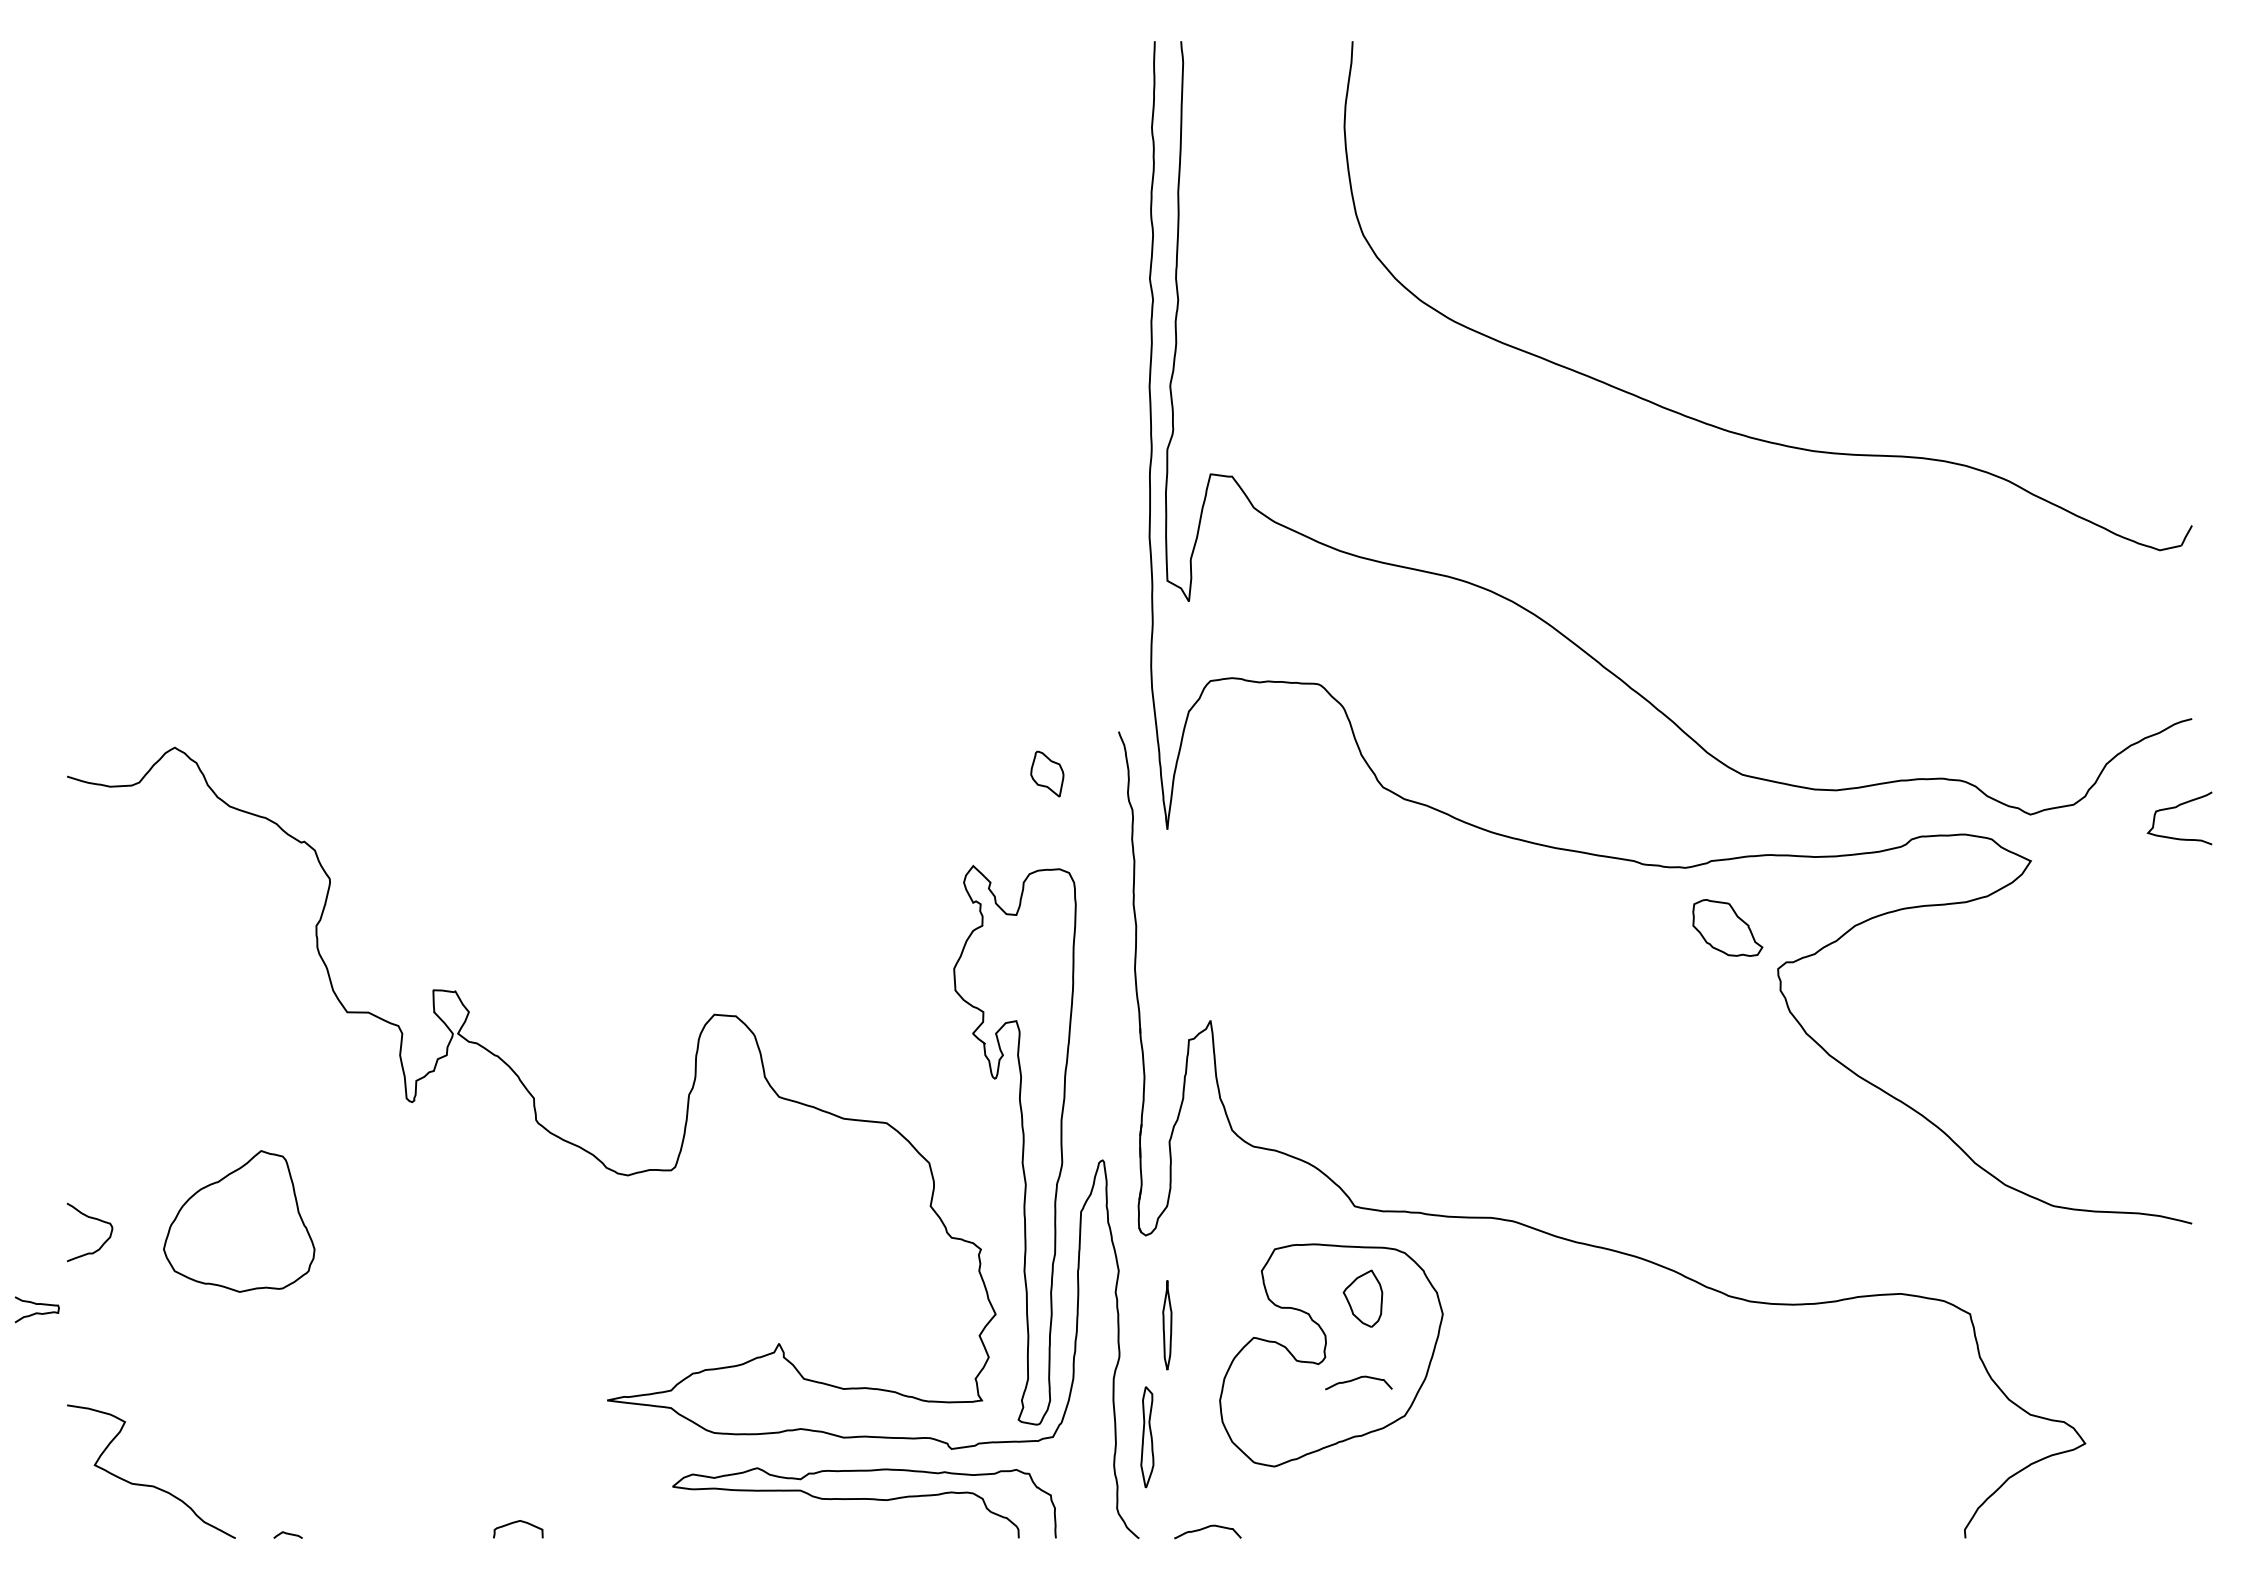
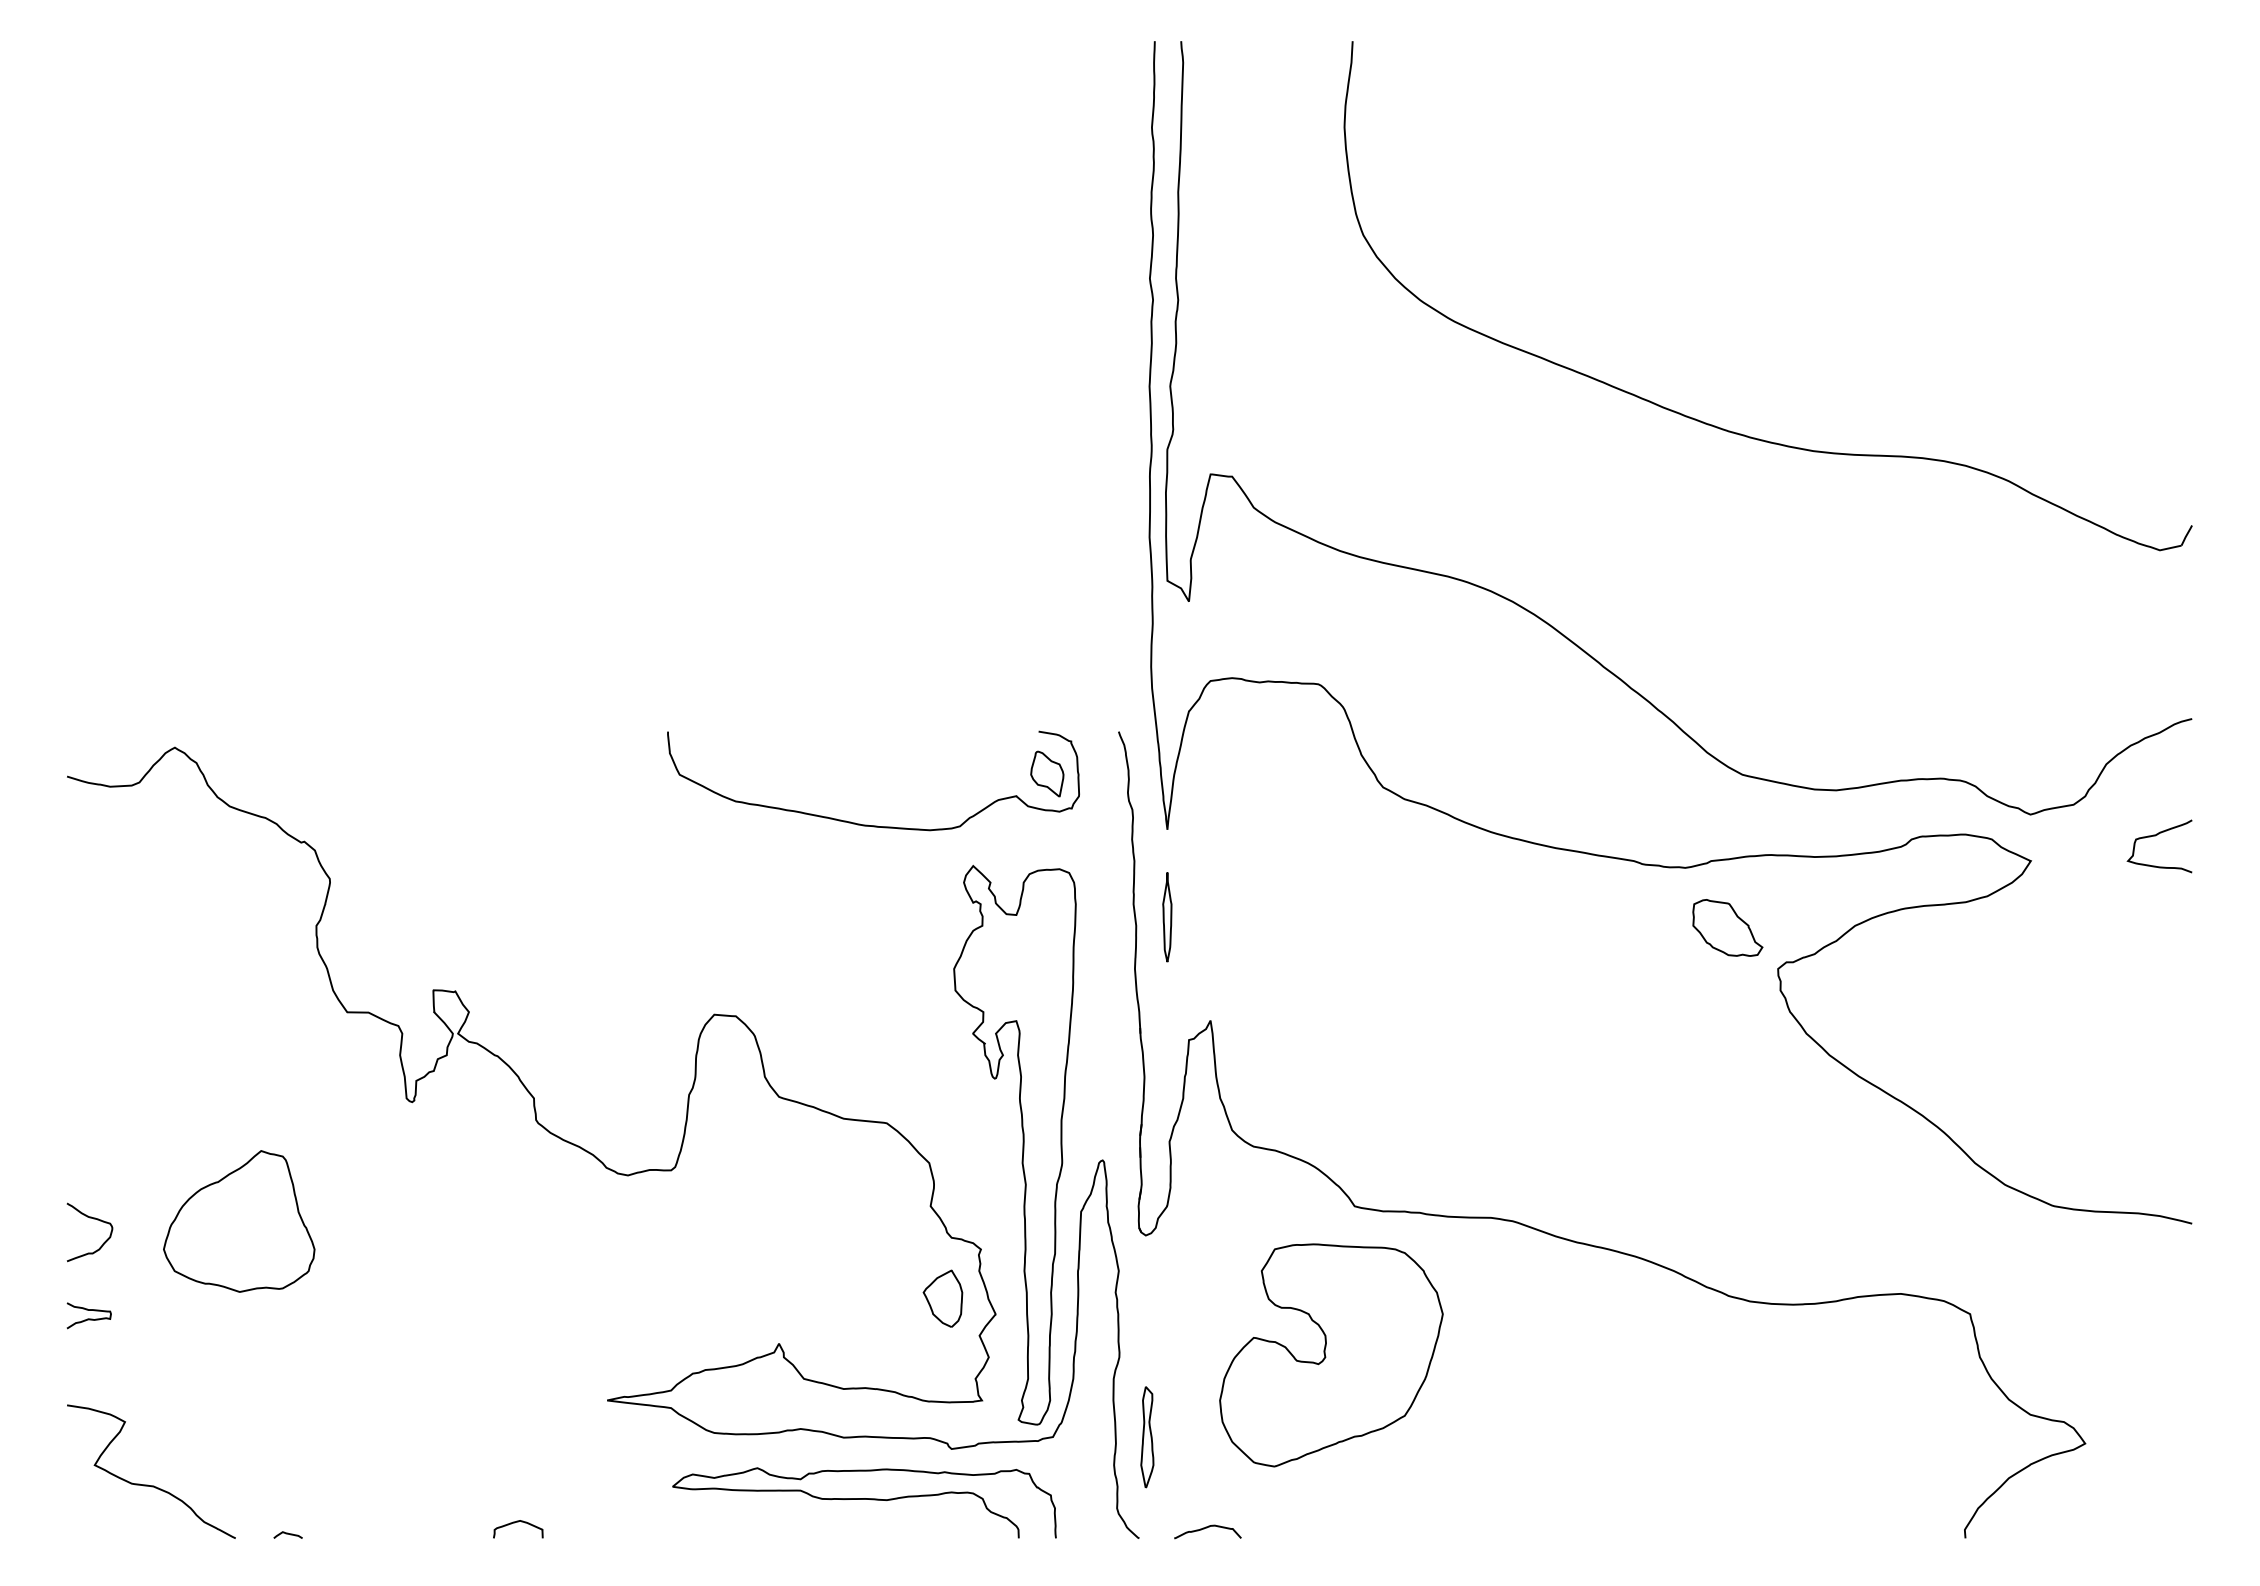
curve at (2175, 808) position: (2175, 808) -> (2155, 836)
curve at (867, 824): none -> present
part at (1362, 1298) position: (1362, 1298) -> (942, 1298)
curve at (36, 1312) position: (36, 1312) -> (88, 1318)
part at (1167, 1325) position: (1167, 1325) -> (1167, 917)
curve at (1358, 1379): present -> none
